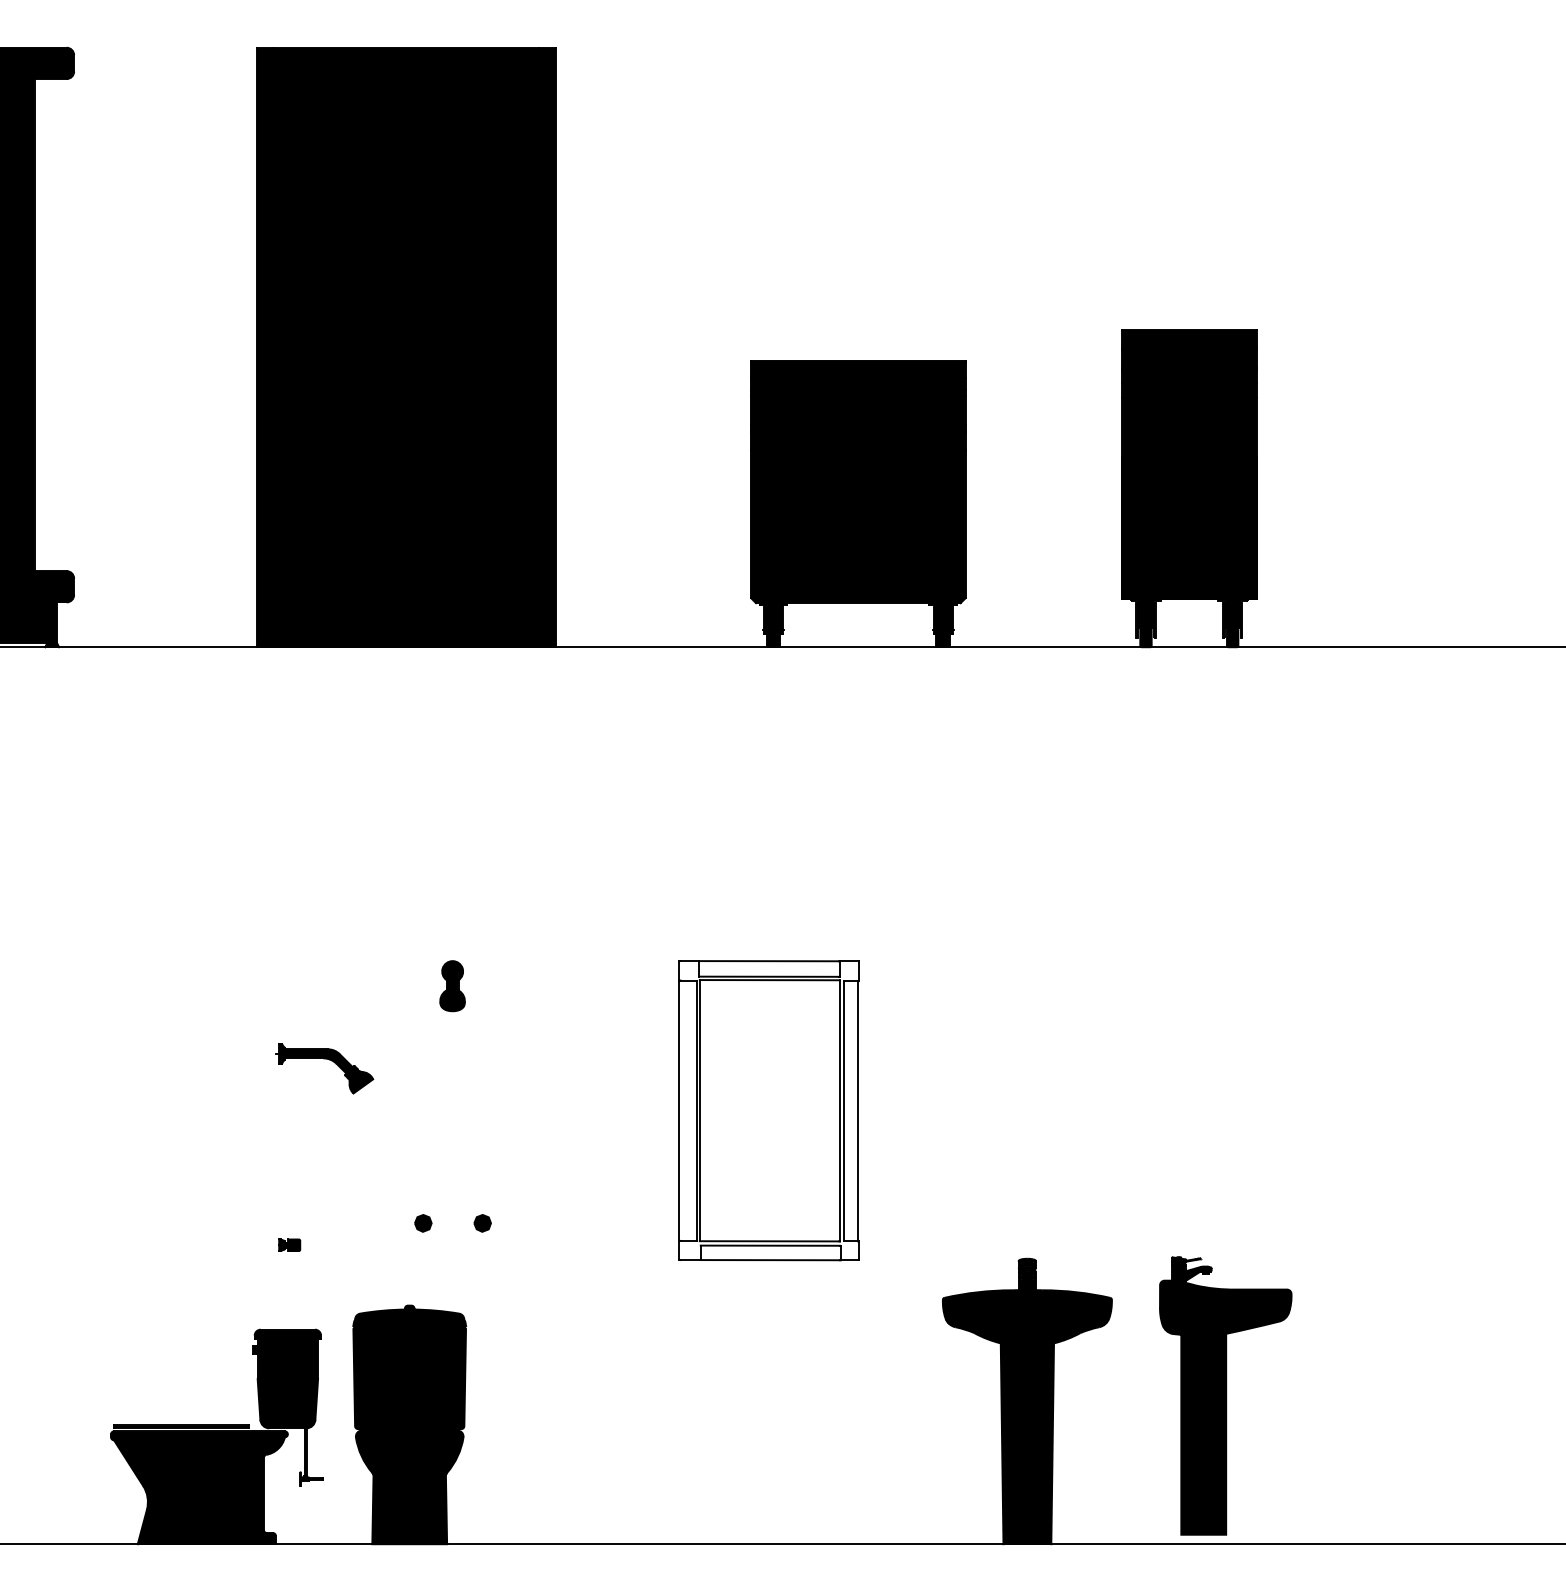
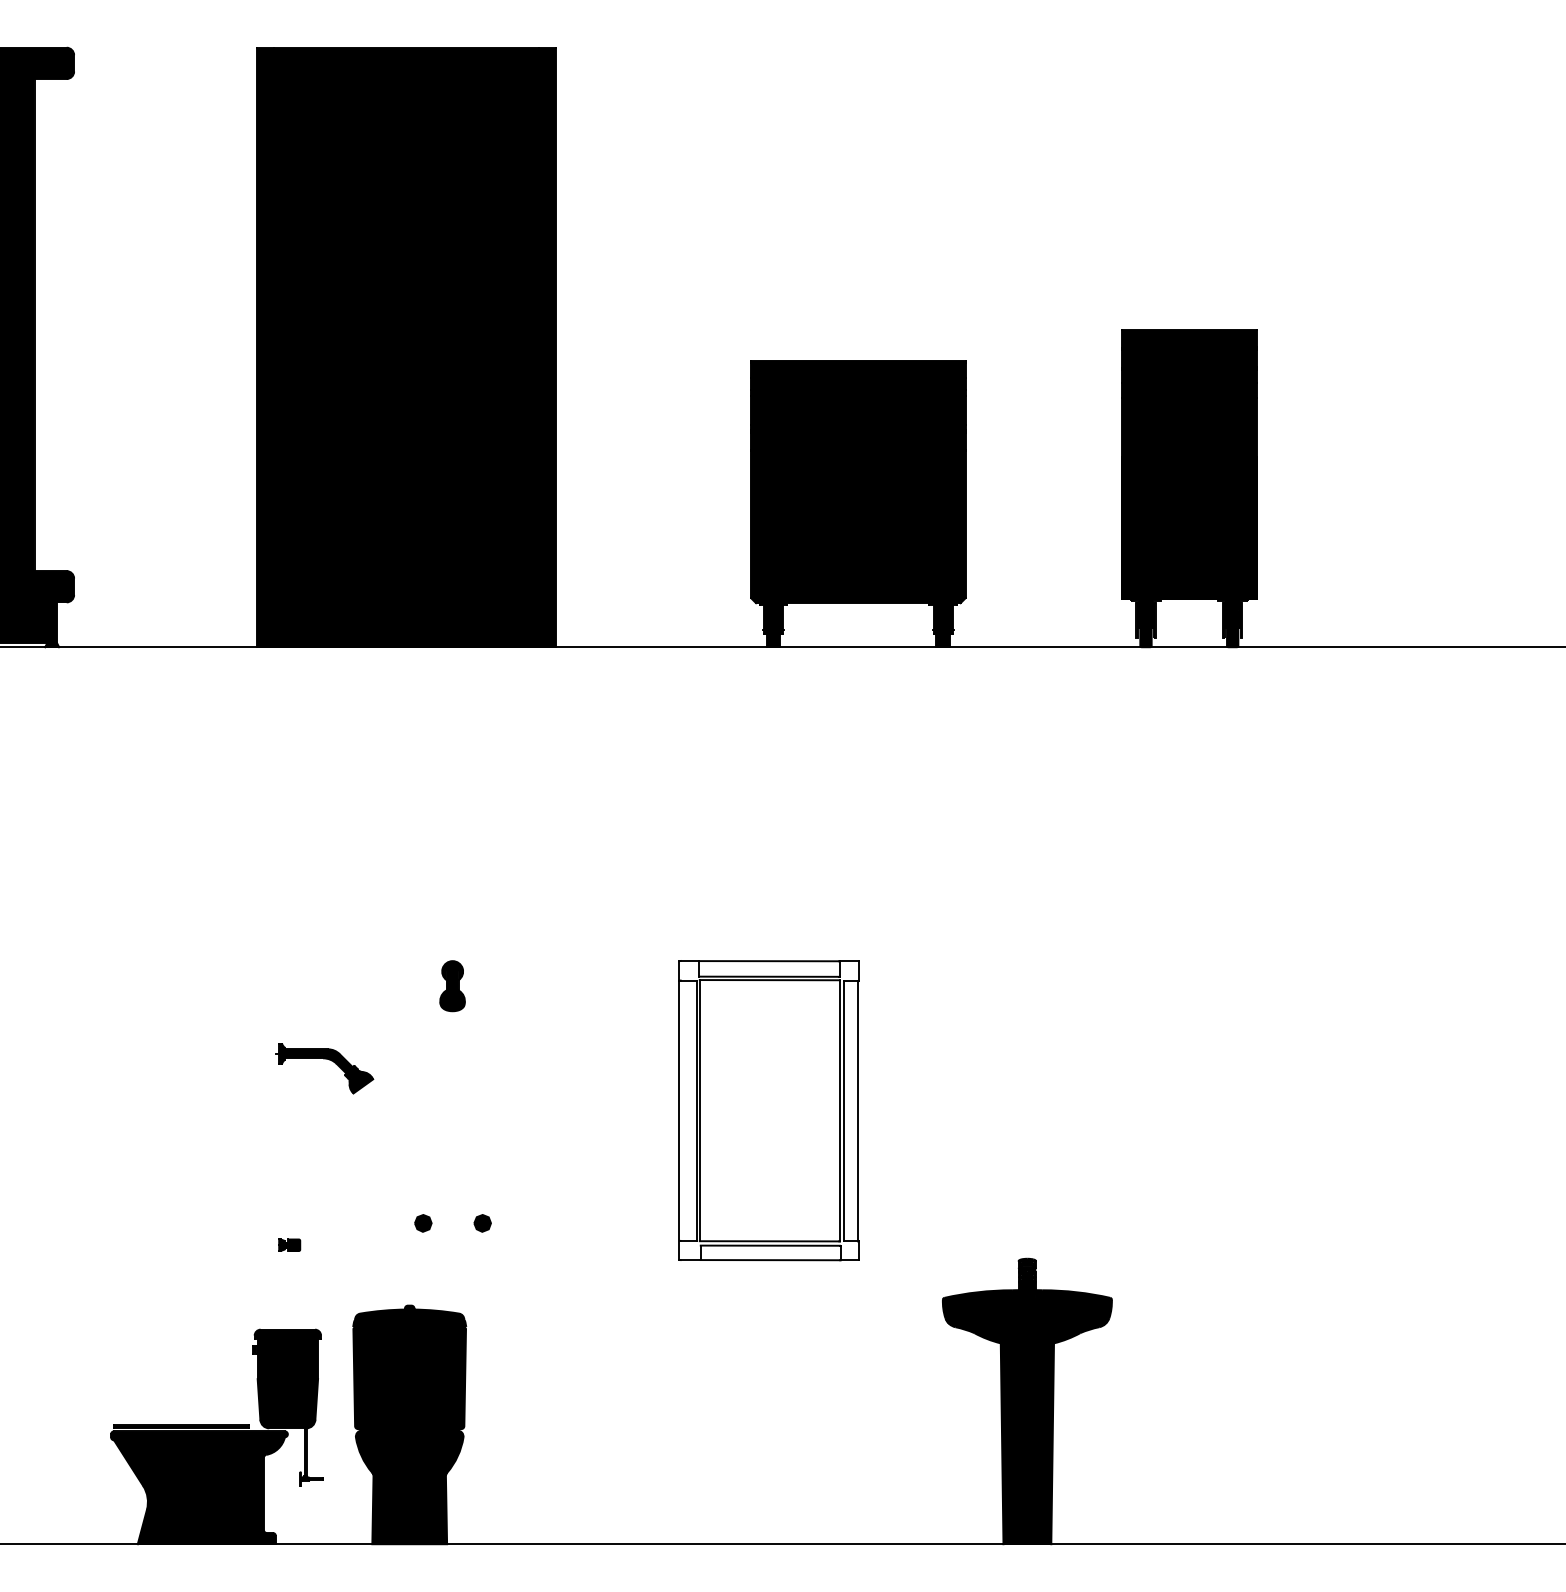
part at (1225, 1395): present -> none
